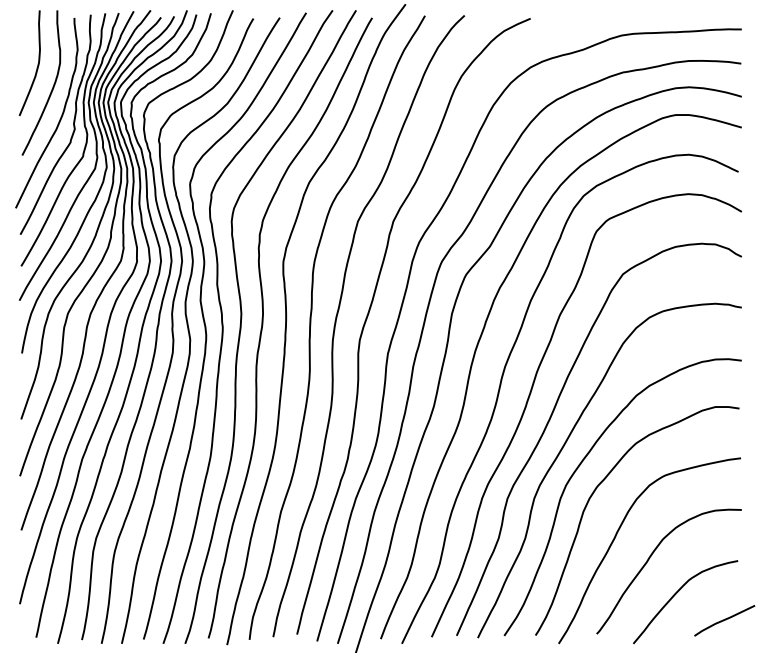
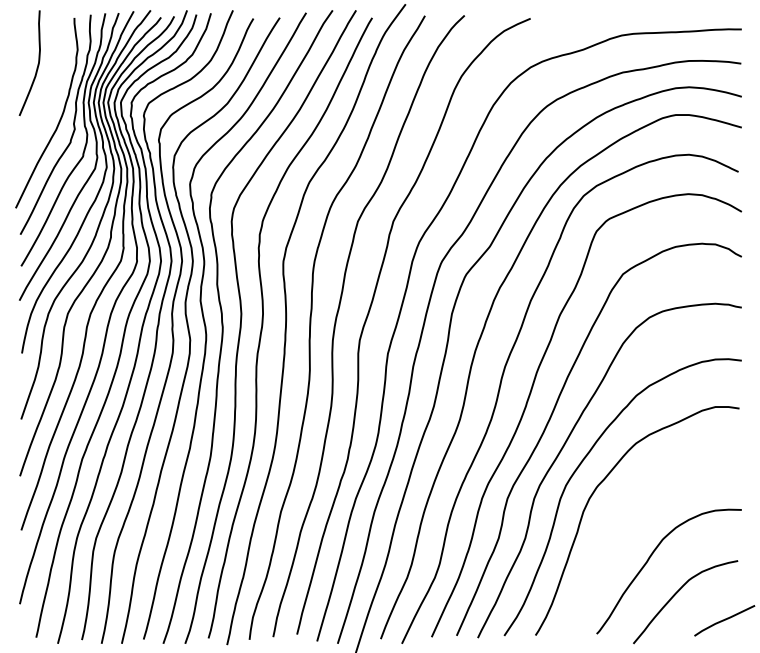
curve at (52, 86): present -> none
curve at (617, 534): present -> none
